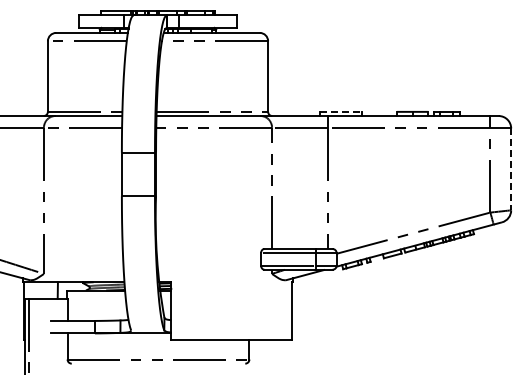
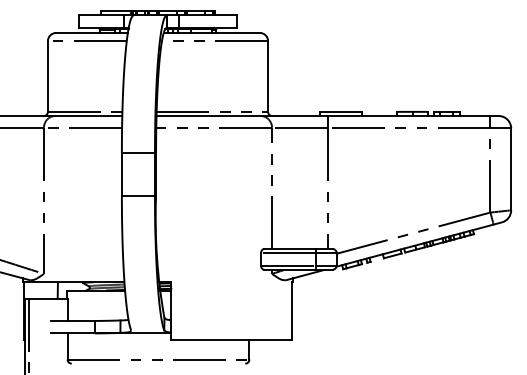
line at (340, 111): dashed -> solid
line at (511, 169): dashed -> solid
